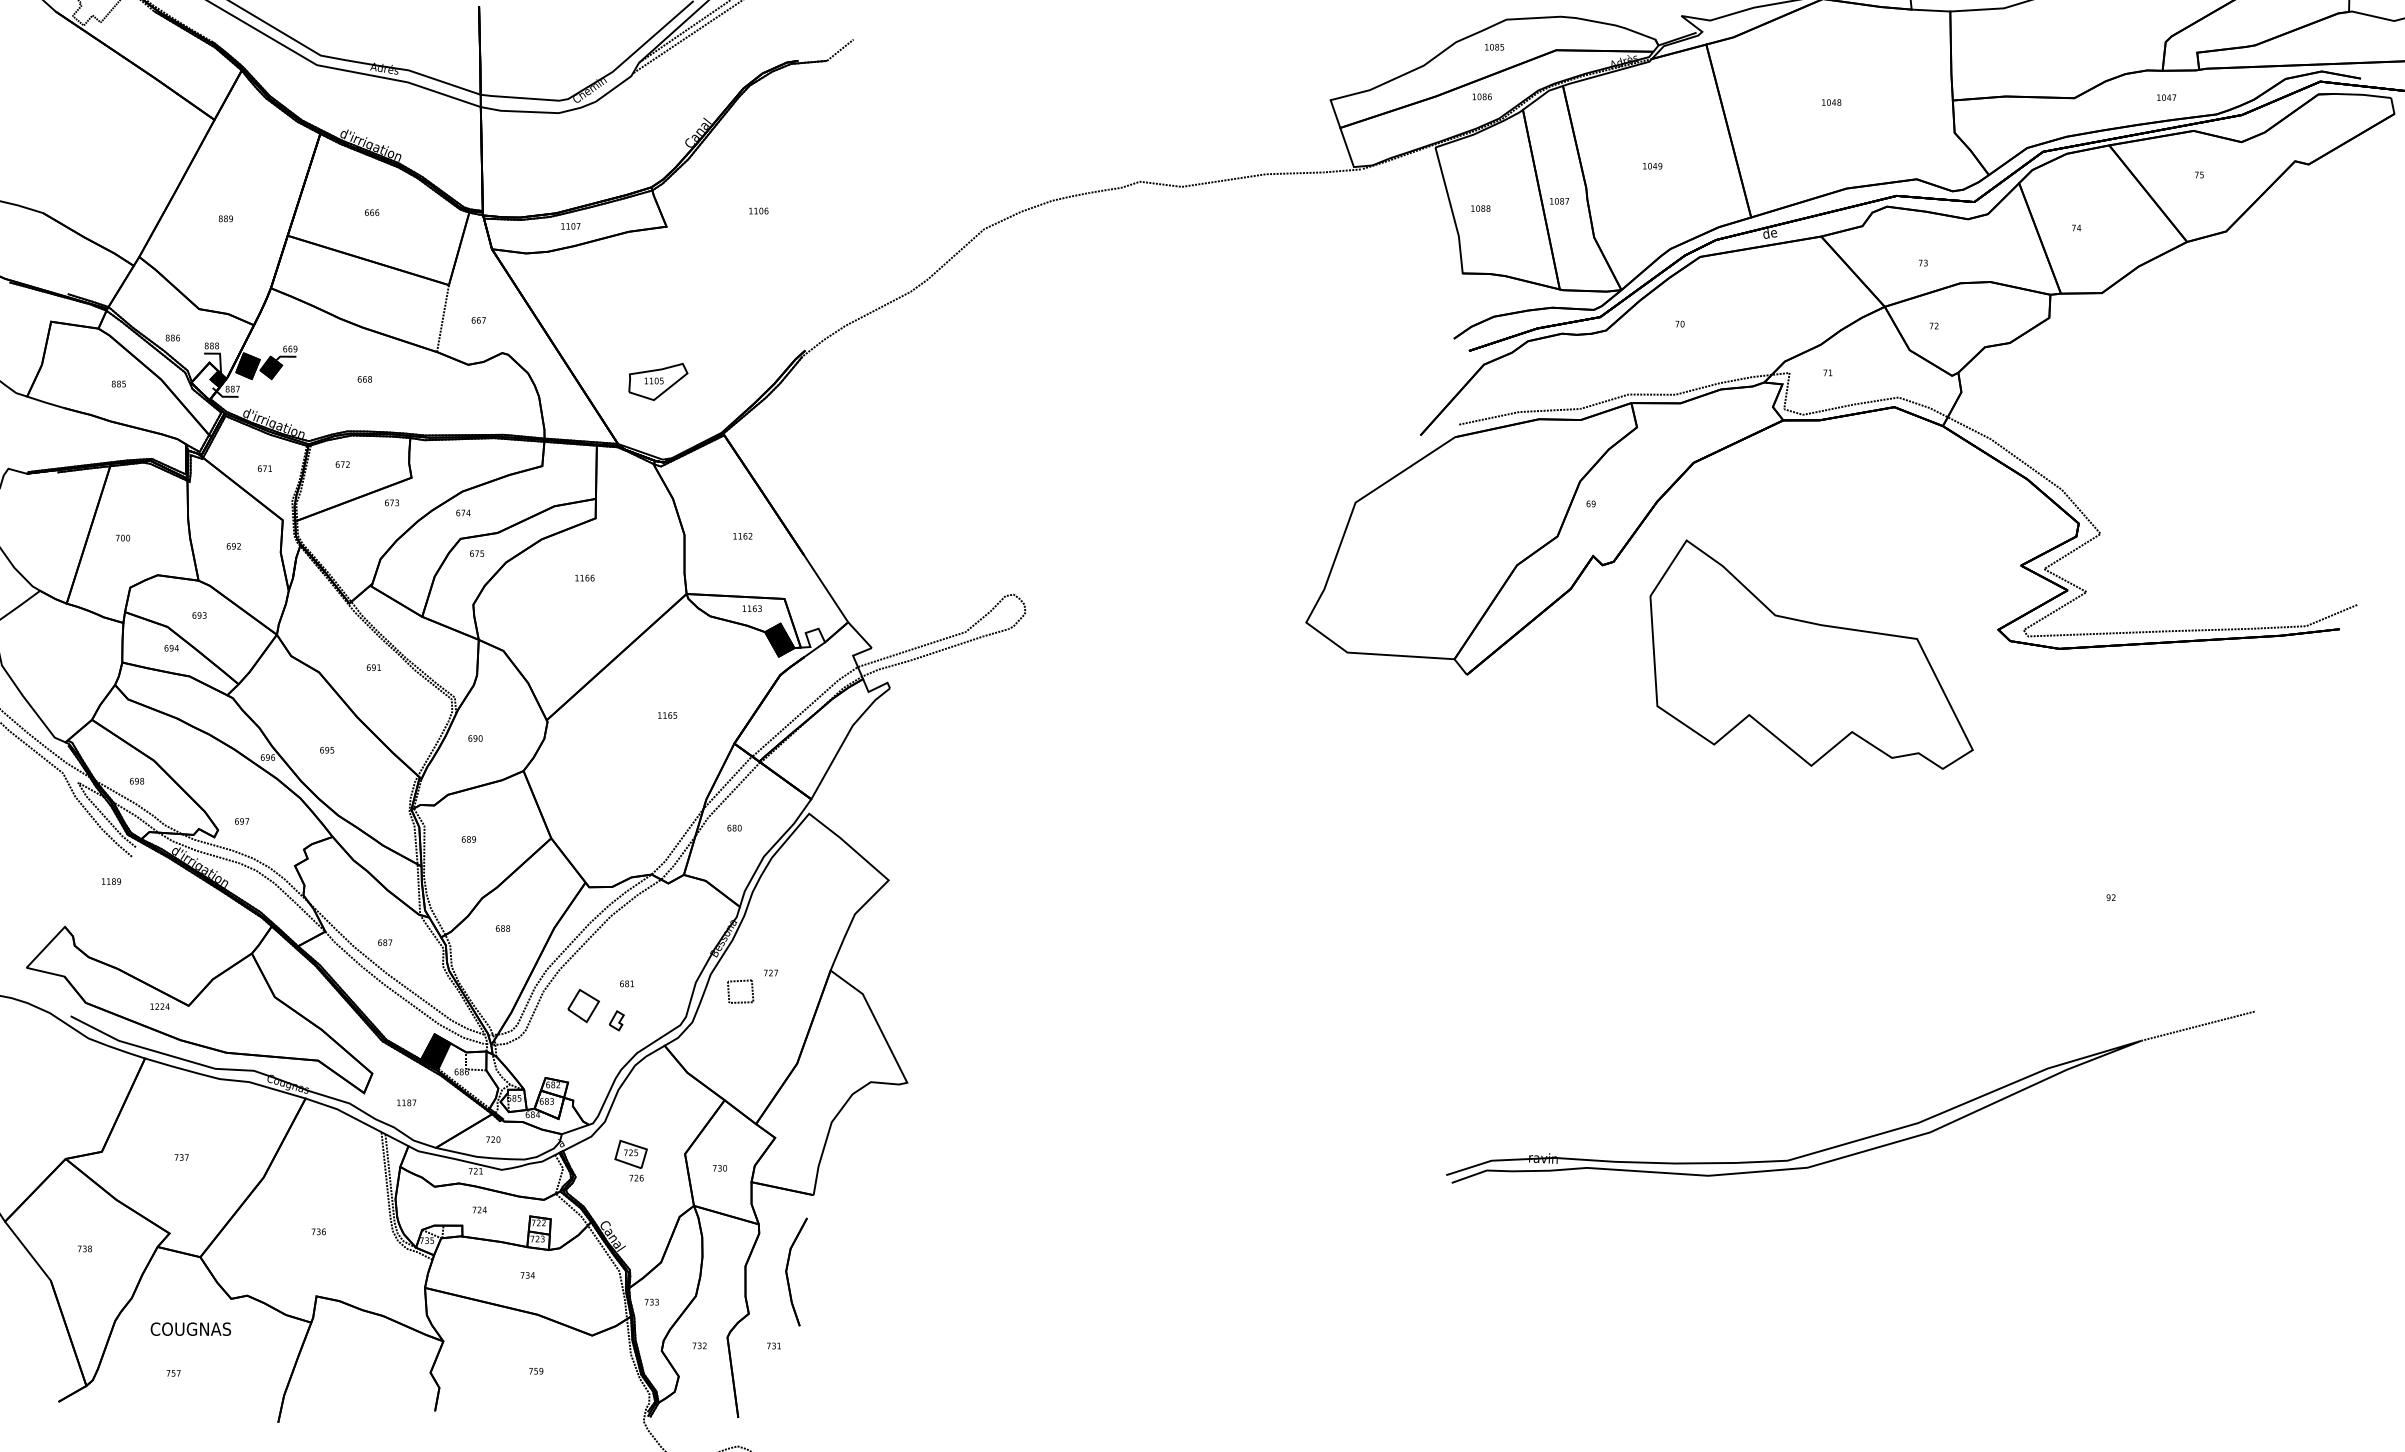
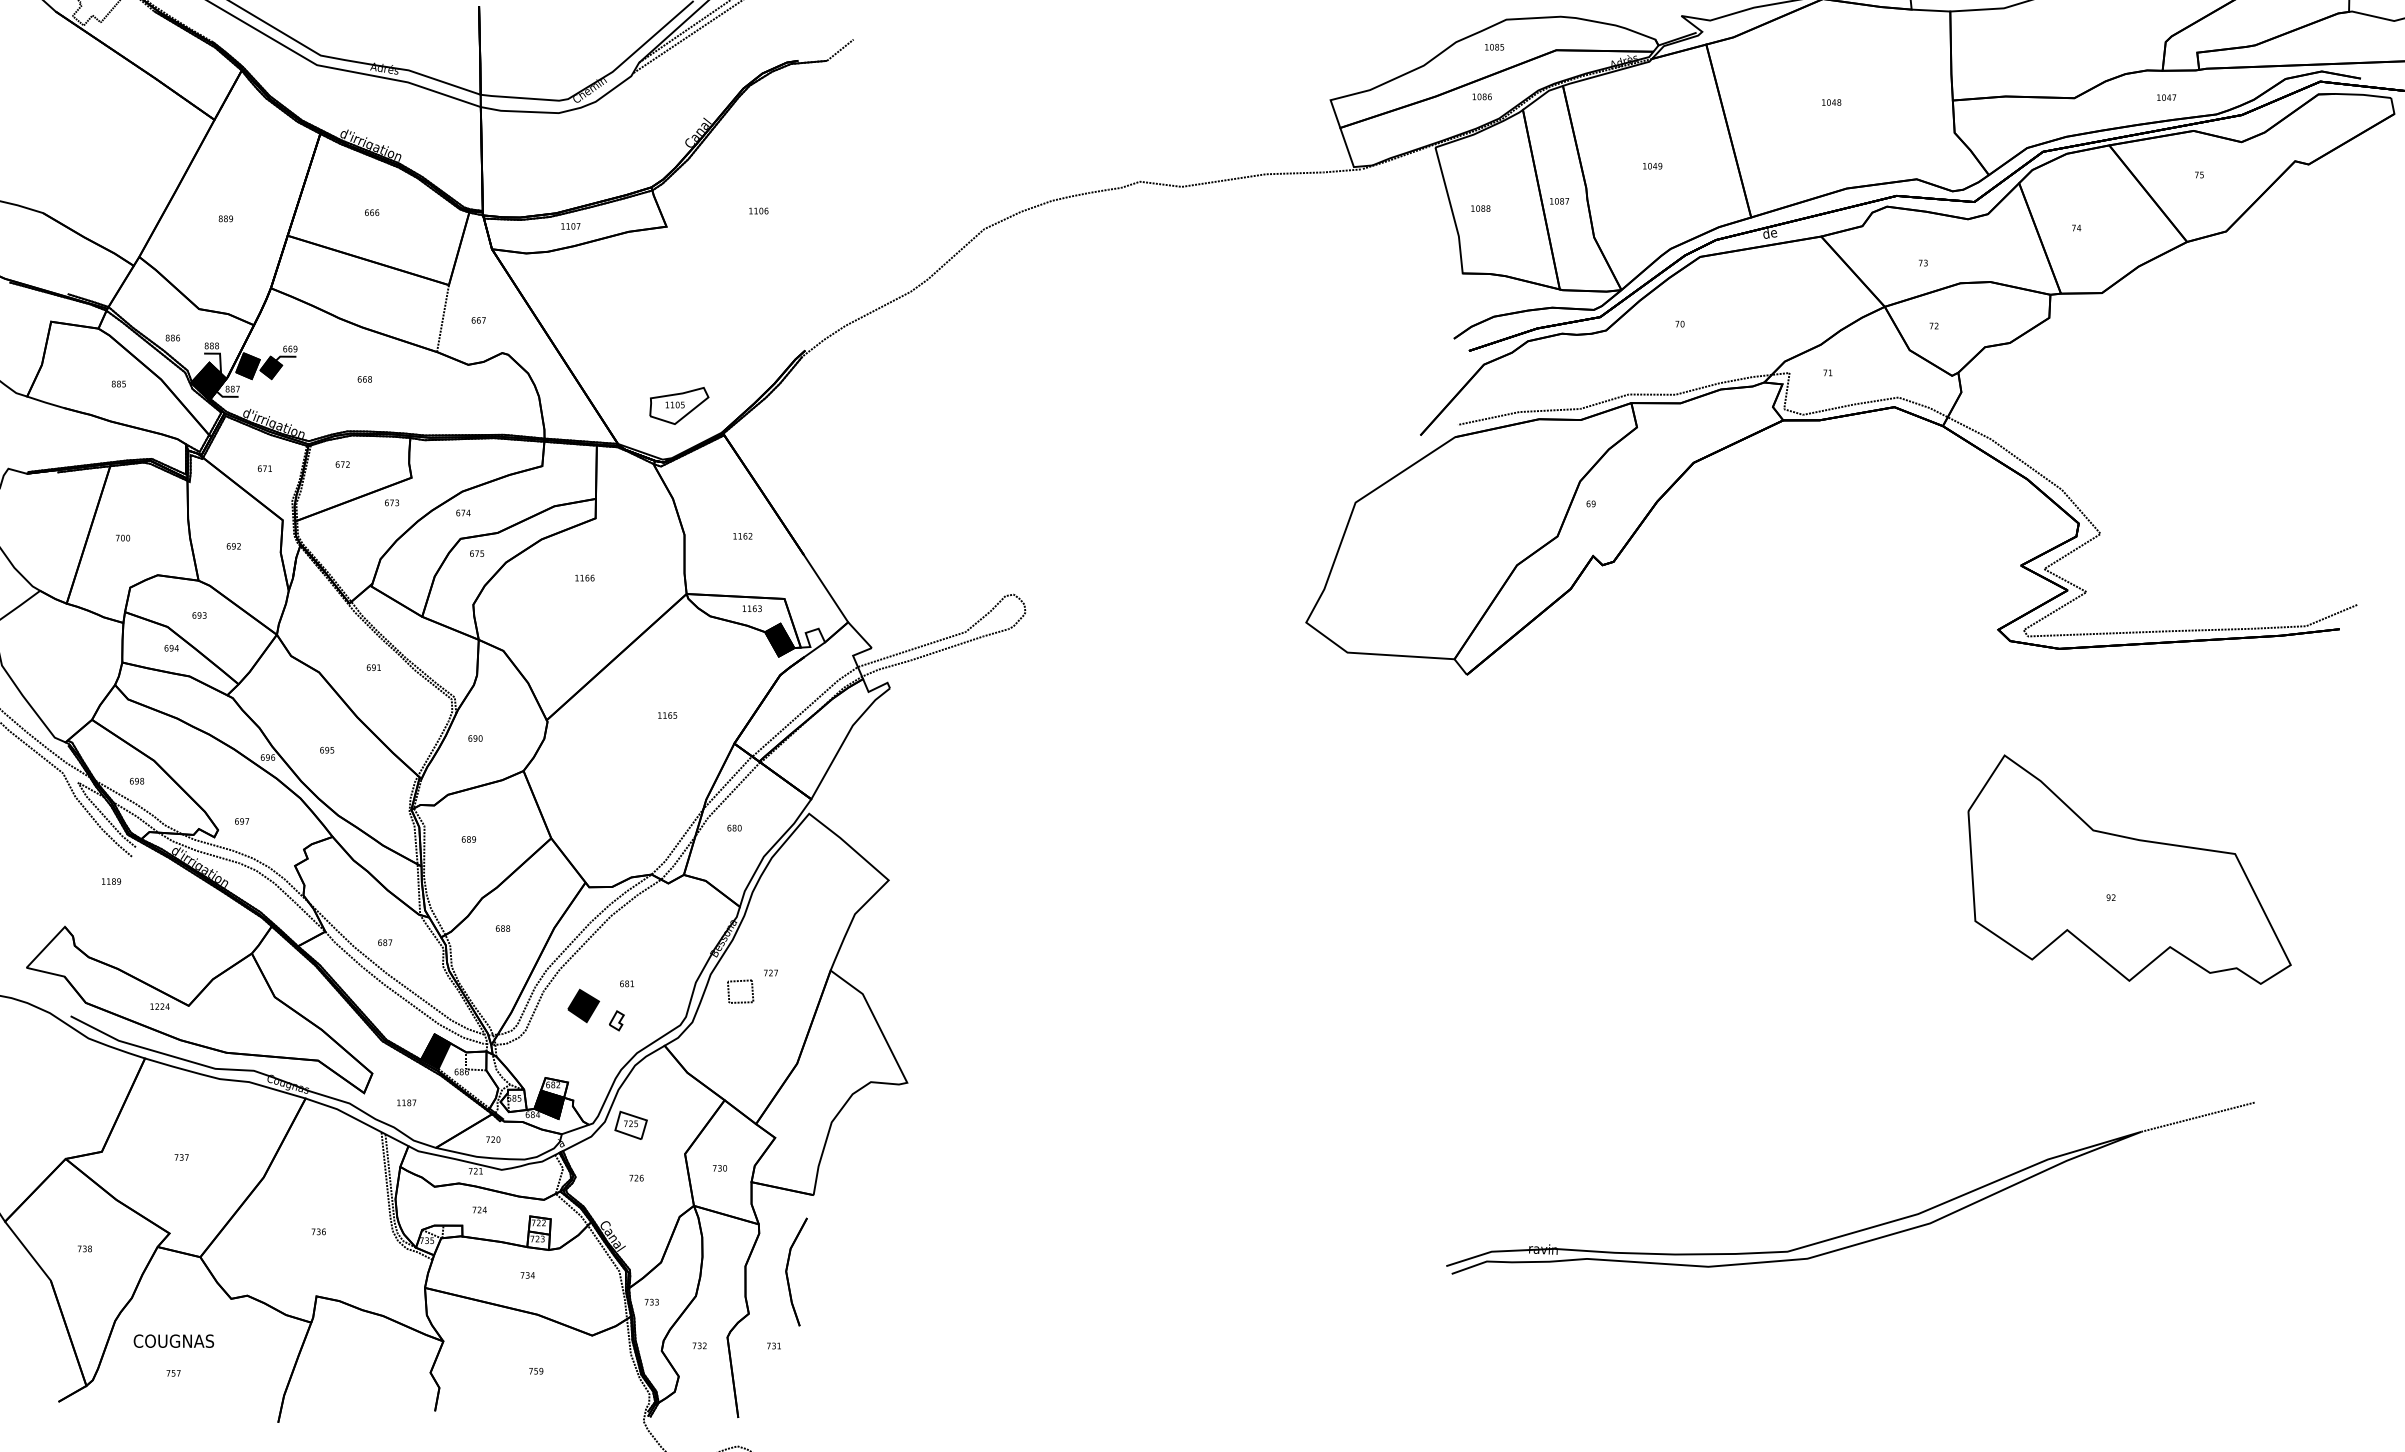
fill at (205, 381): none -> present
part at (658, 381) position: (658, 381) -> (679, 405)
part at (1811, 654) position: (1811, 654) -> (2129, 869)
fill at (583, 1005): none -> present
fill at (549, 1104): none -> present
part at (1863, 1137) position: (1863, 1137) -> (1863, 1228)
part at (630, 1153) position: (630, 1153) -> (630, 1124)
text at (190, 1328) position: (190, 1328) -> (173, 1340)
